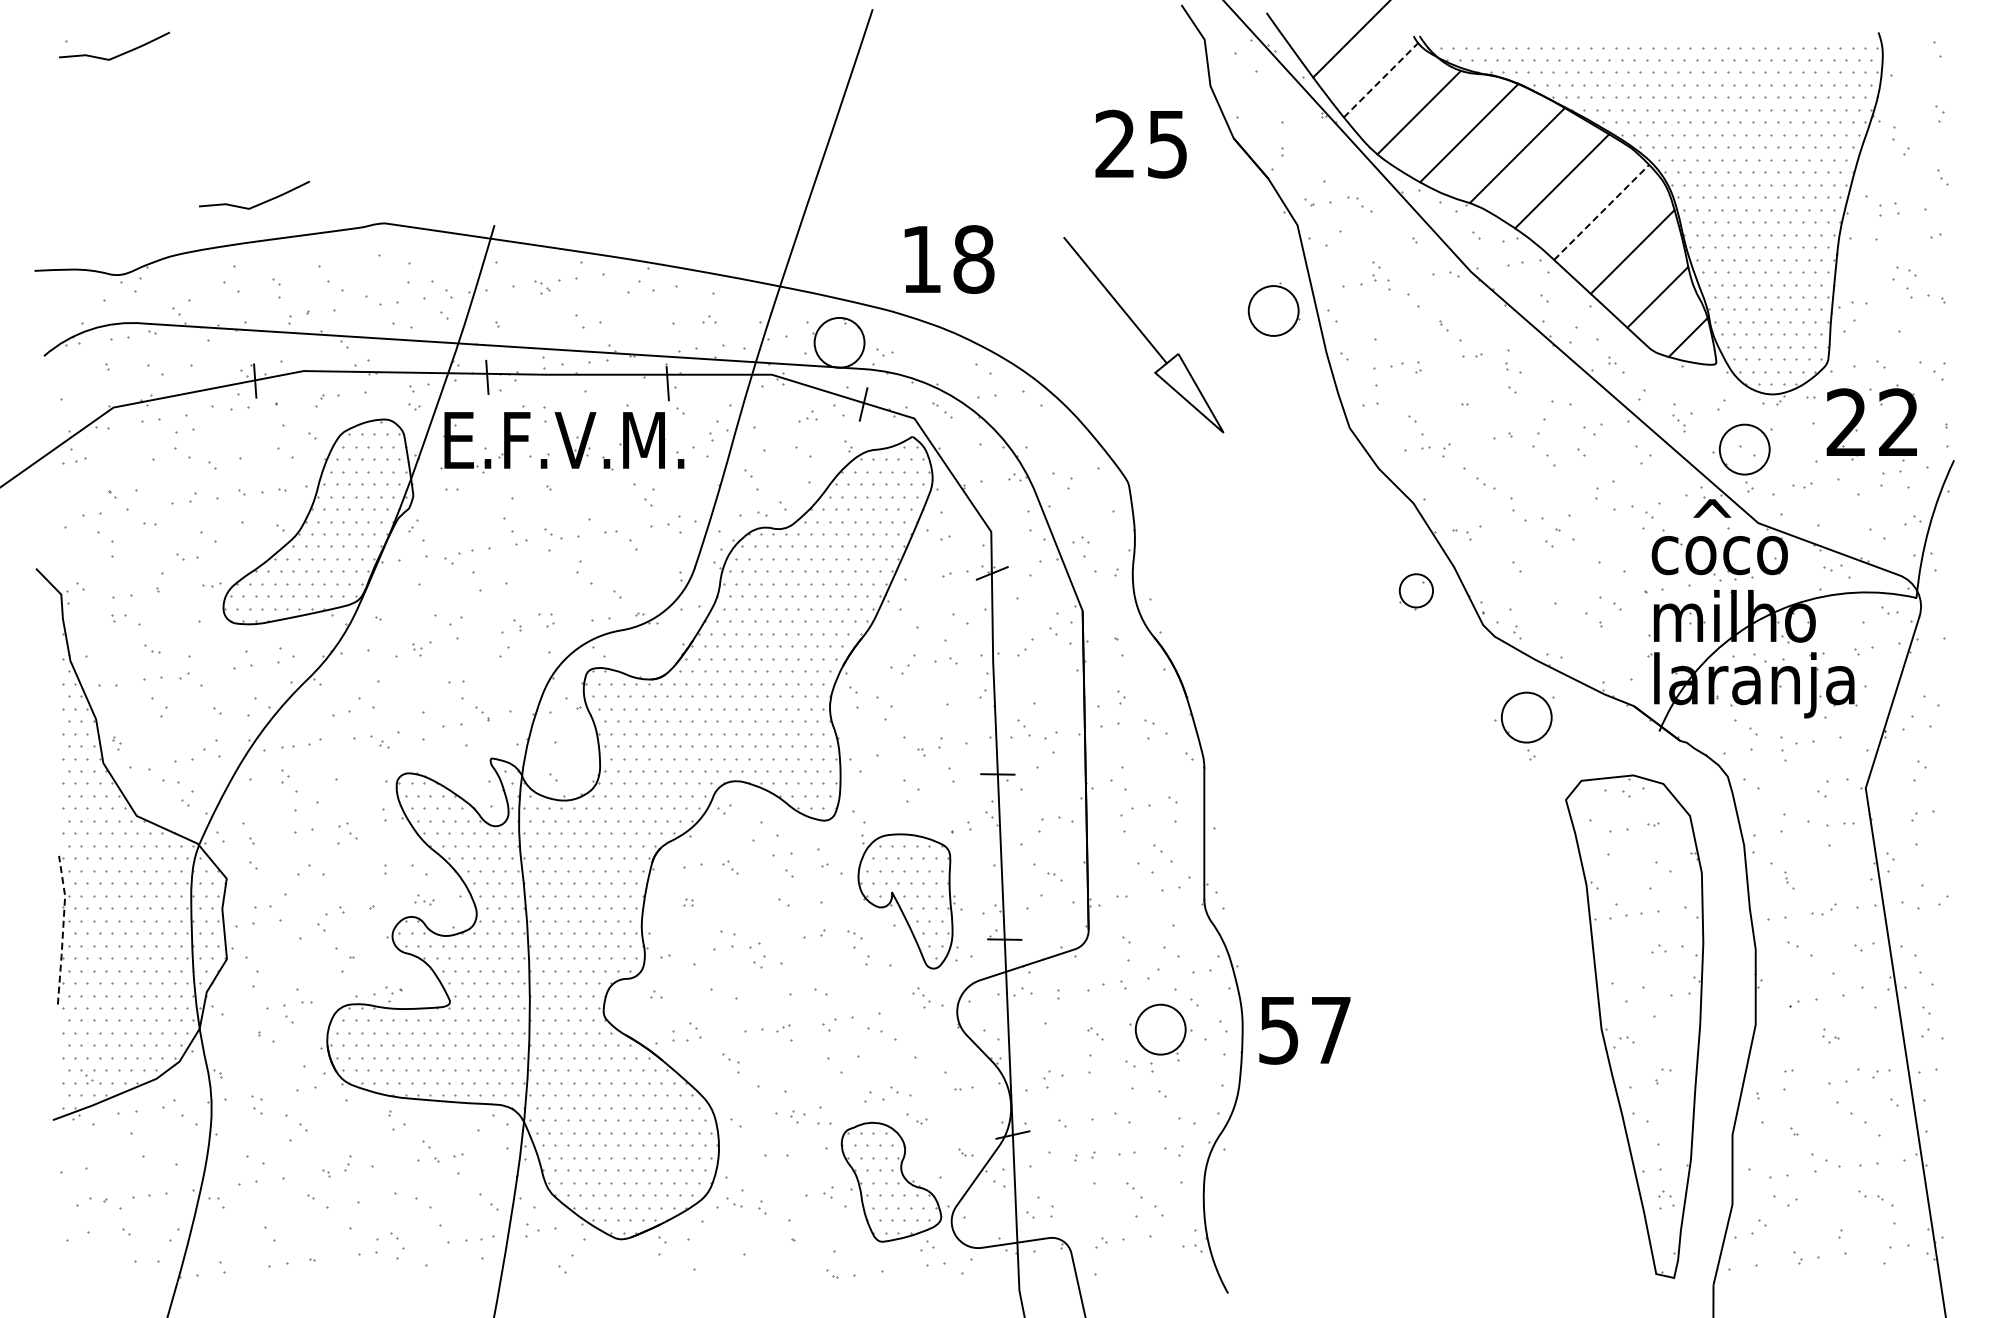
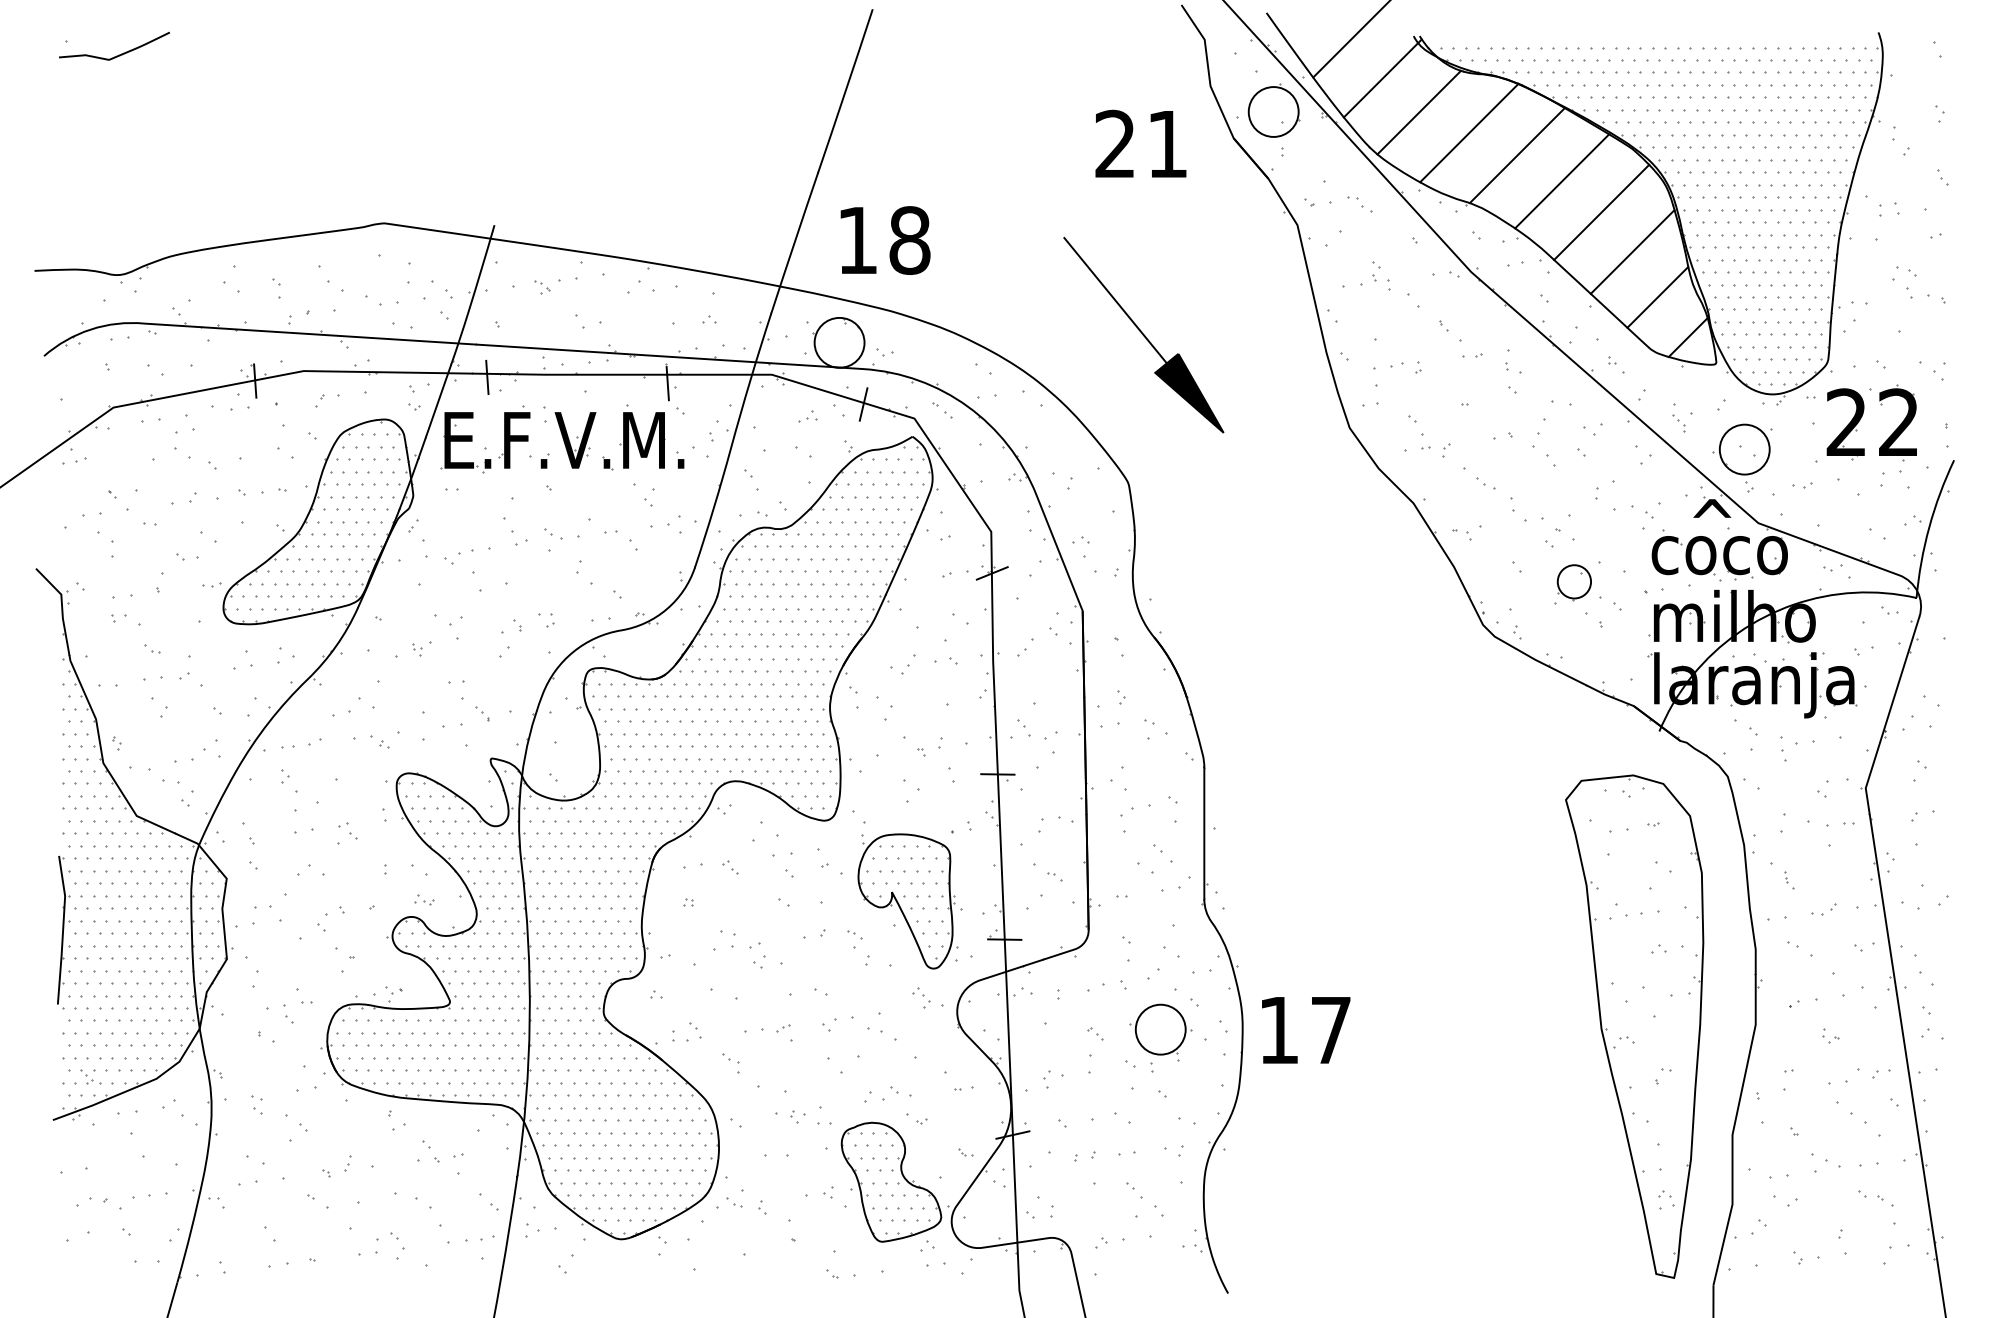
line at (1383, 78): dashed -> solid
text at (1167, 144): 25 -> 21
curve at (256, 204): present -> none
line at (1602, 212): dashed -> solid
text at (949, 259) position: (949, 259) -> (885, 240)
part at (1273, 309) position: (1273, 309) -> (1273, 110)
fill at (1189, 392): none -> present
part at (1415, 591) position: (1415, 591) -> (1573, 582)
part at (1524, 725): present -> none
line at (63, 929): dashed -> solid
text at (1278, 1030): 57 -> 17
